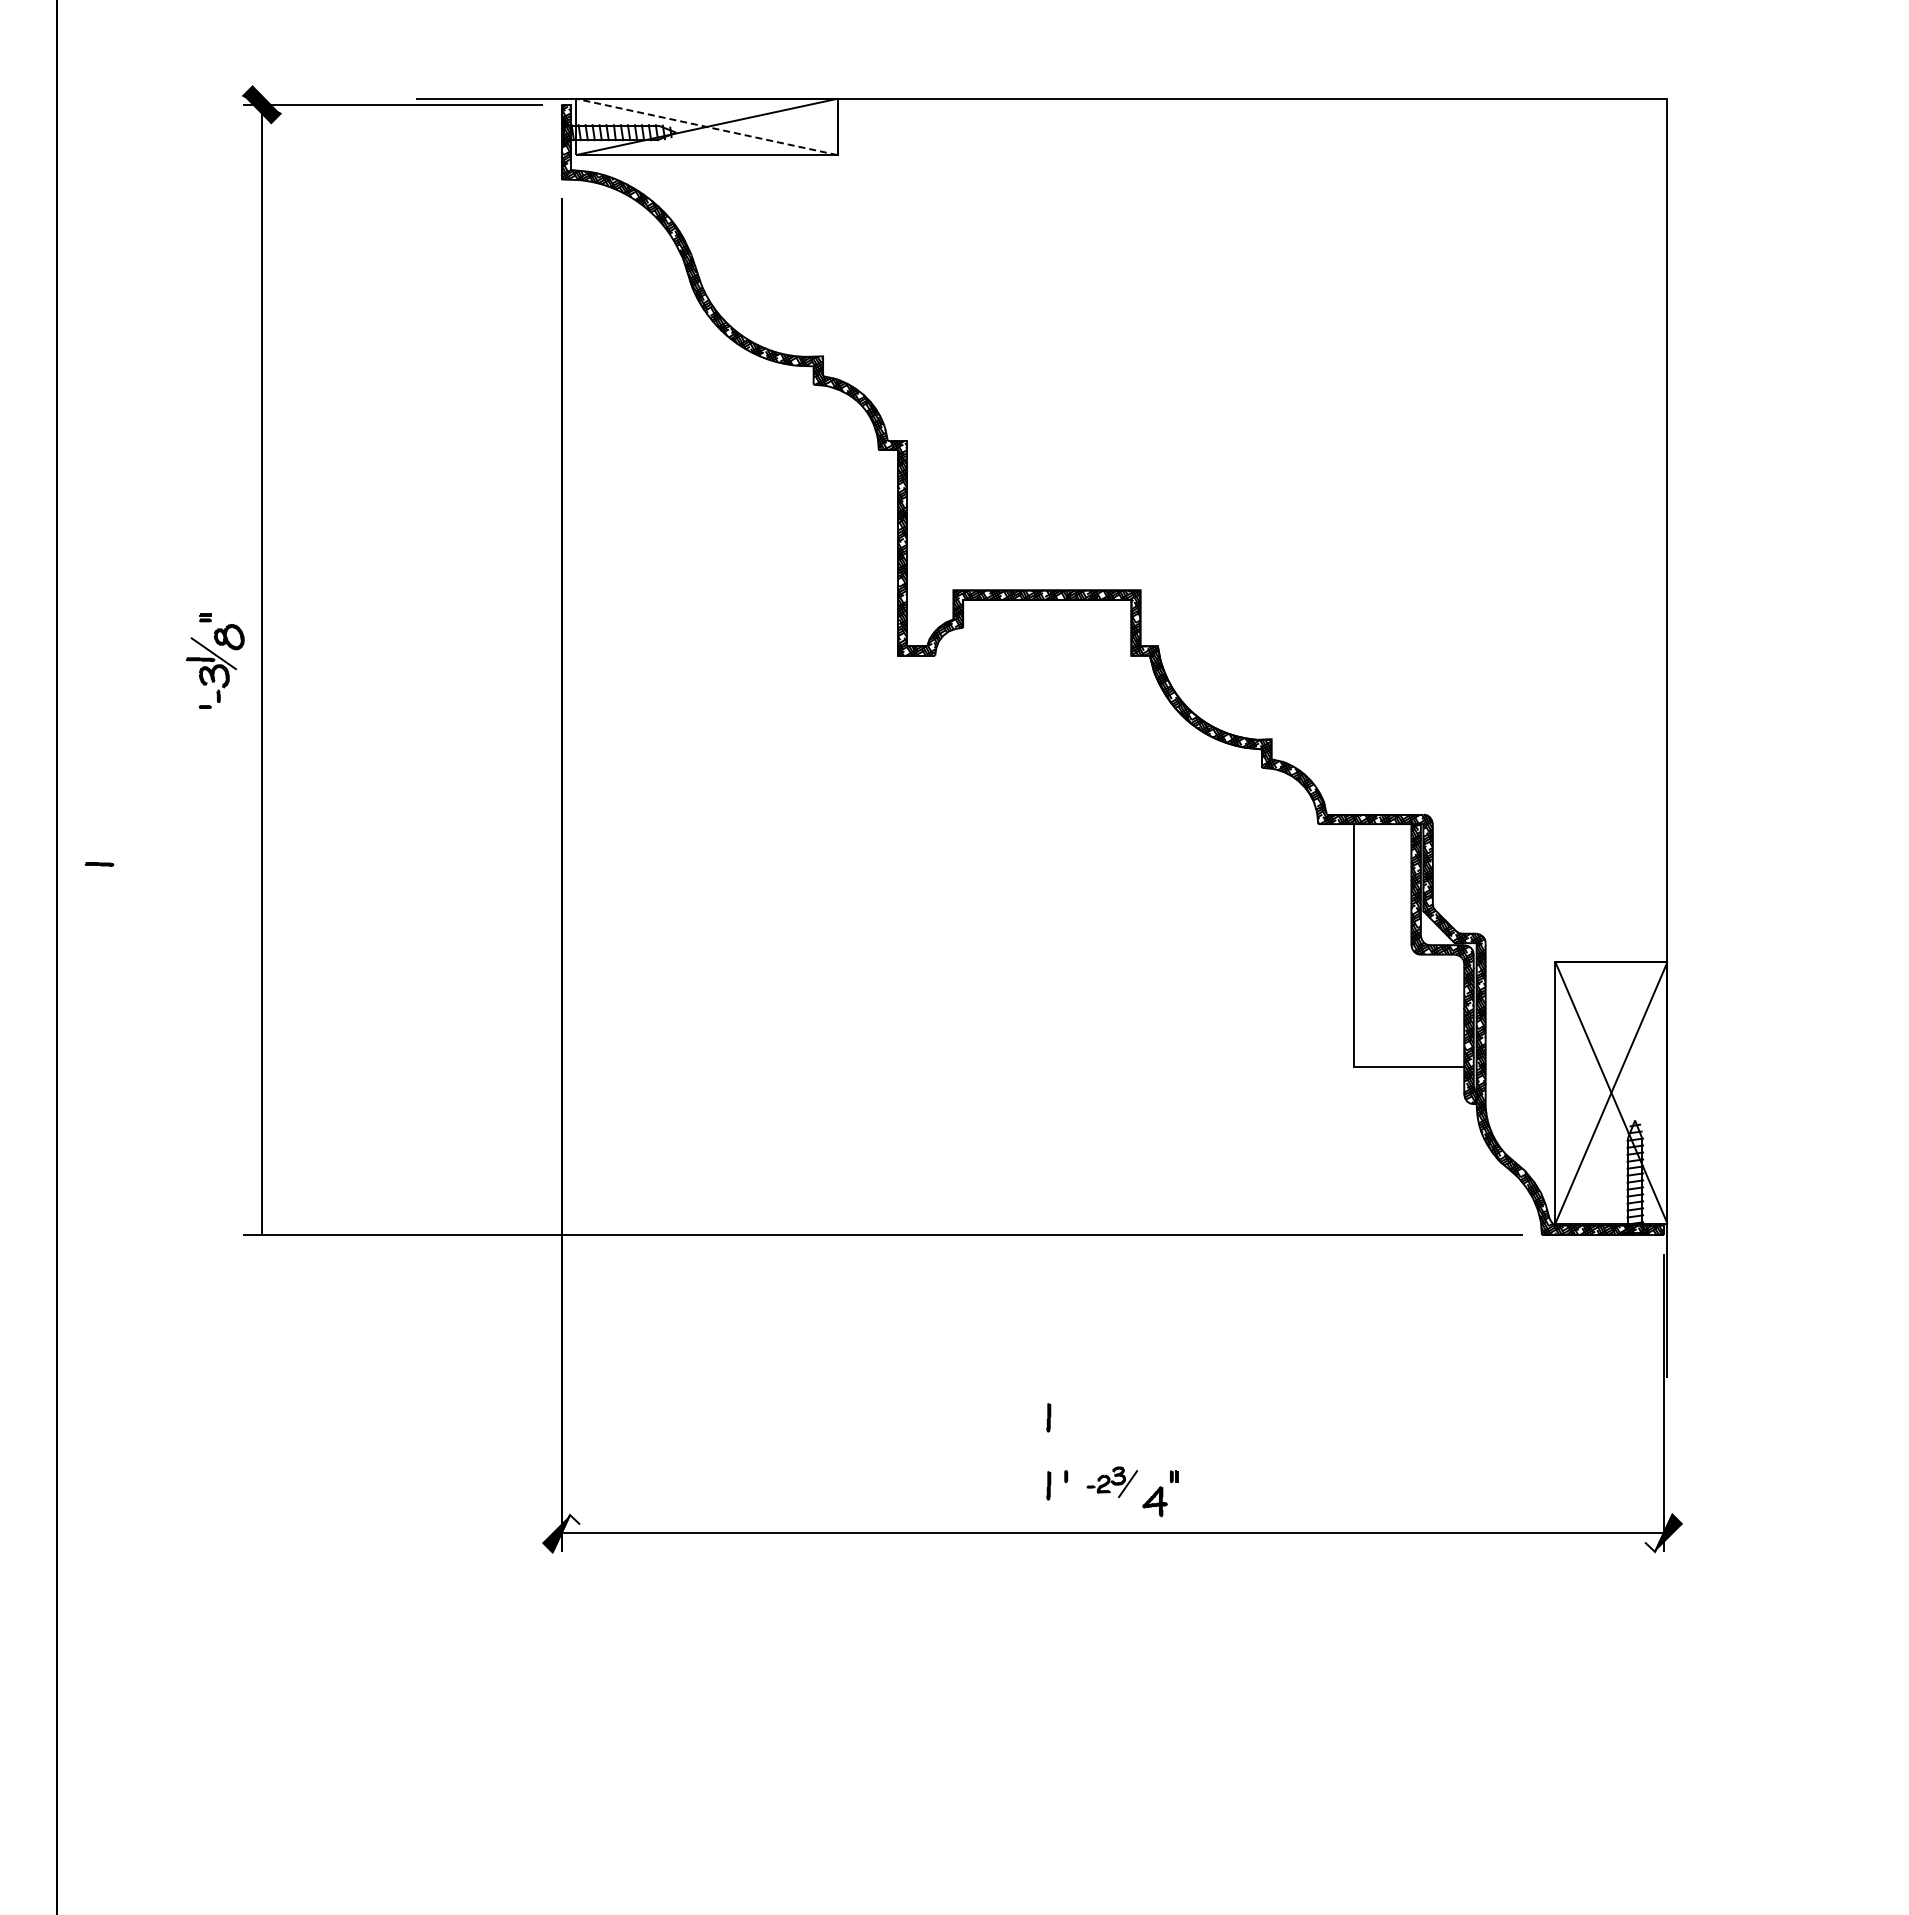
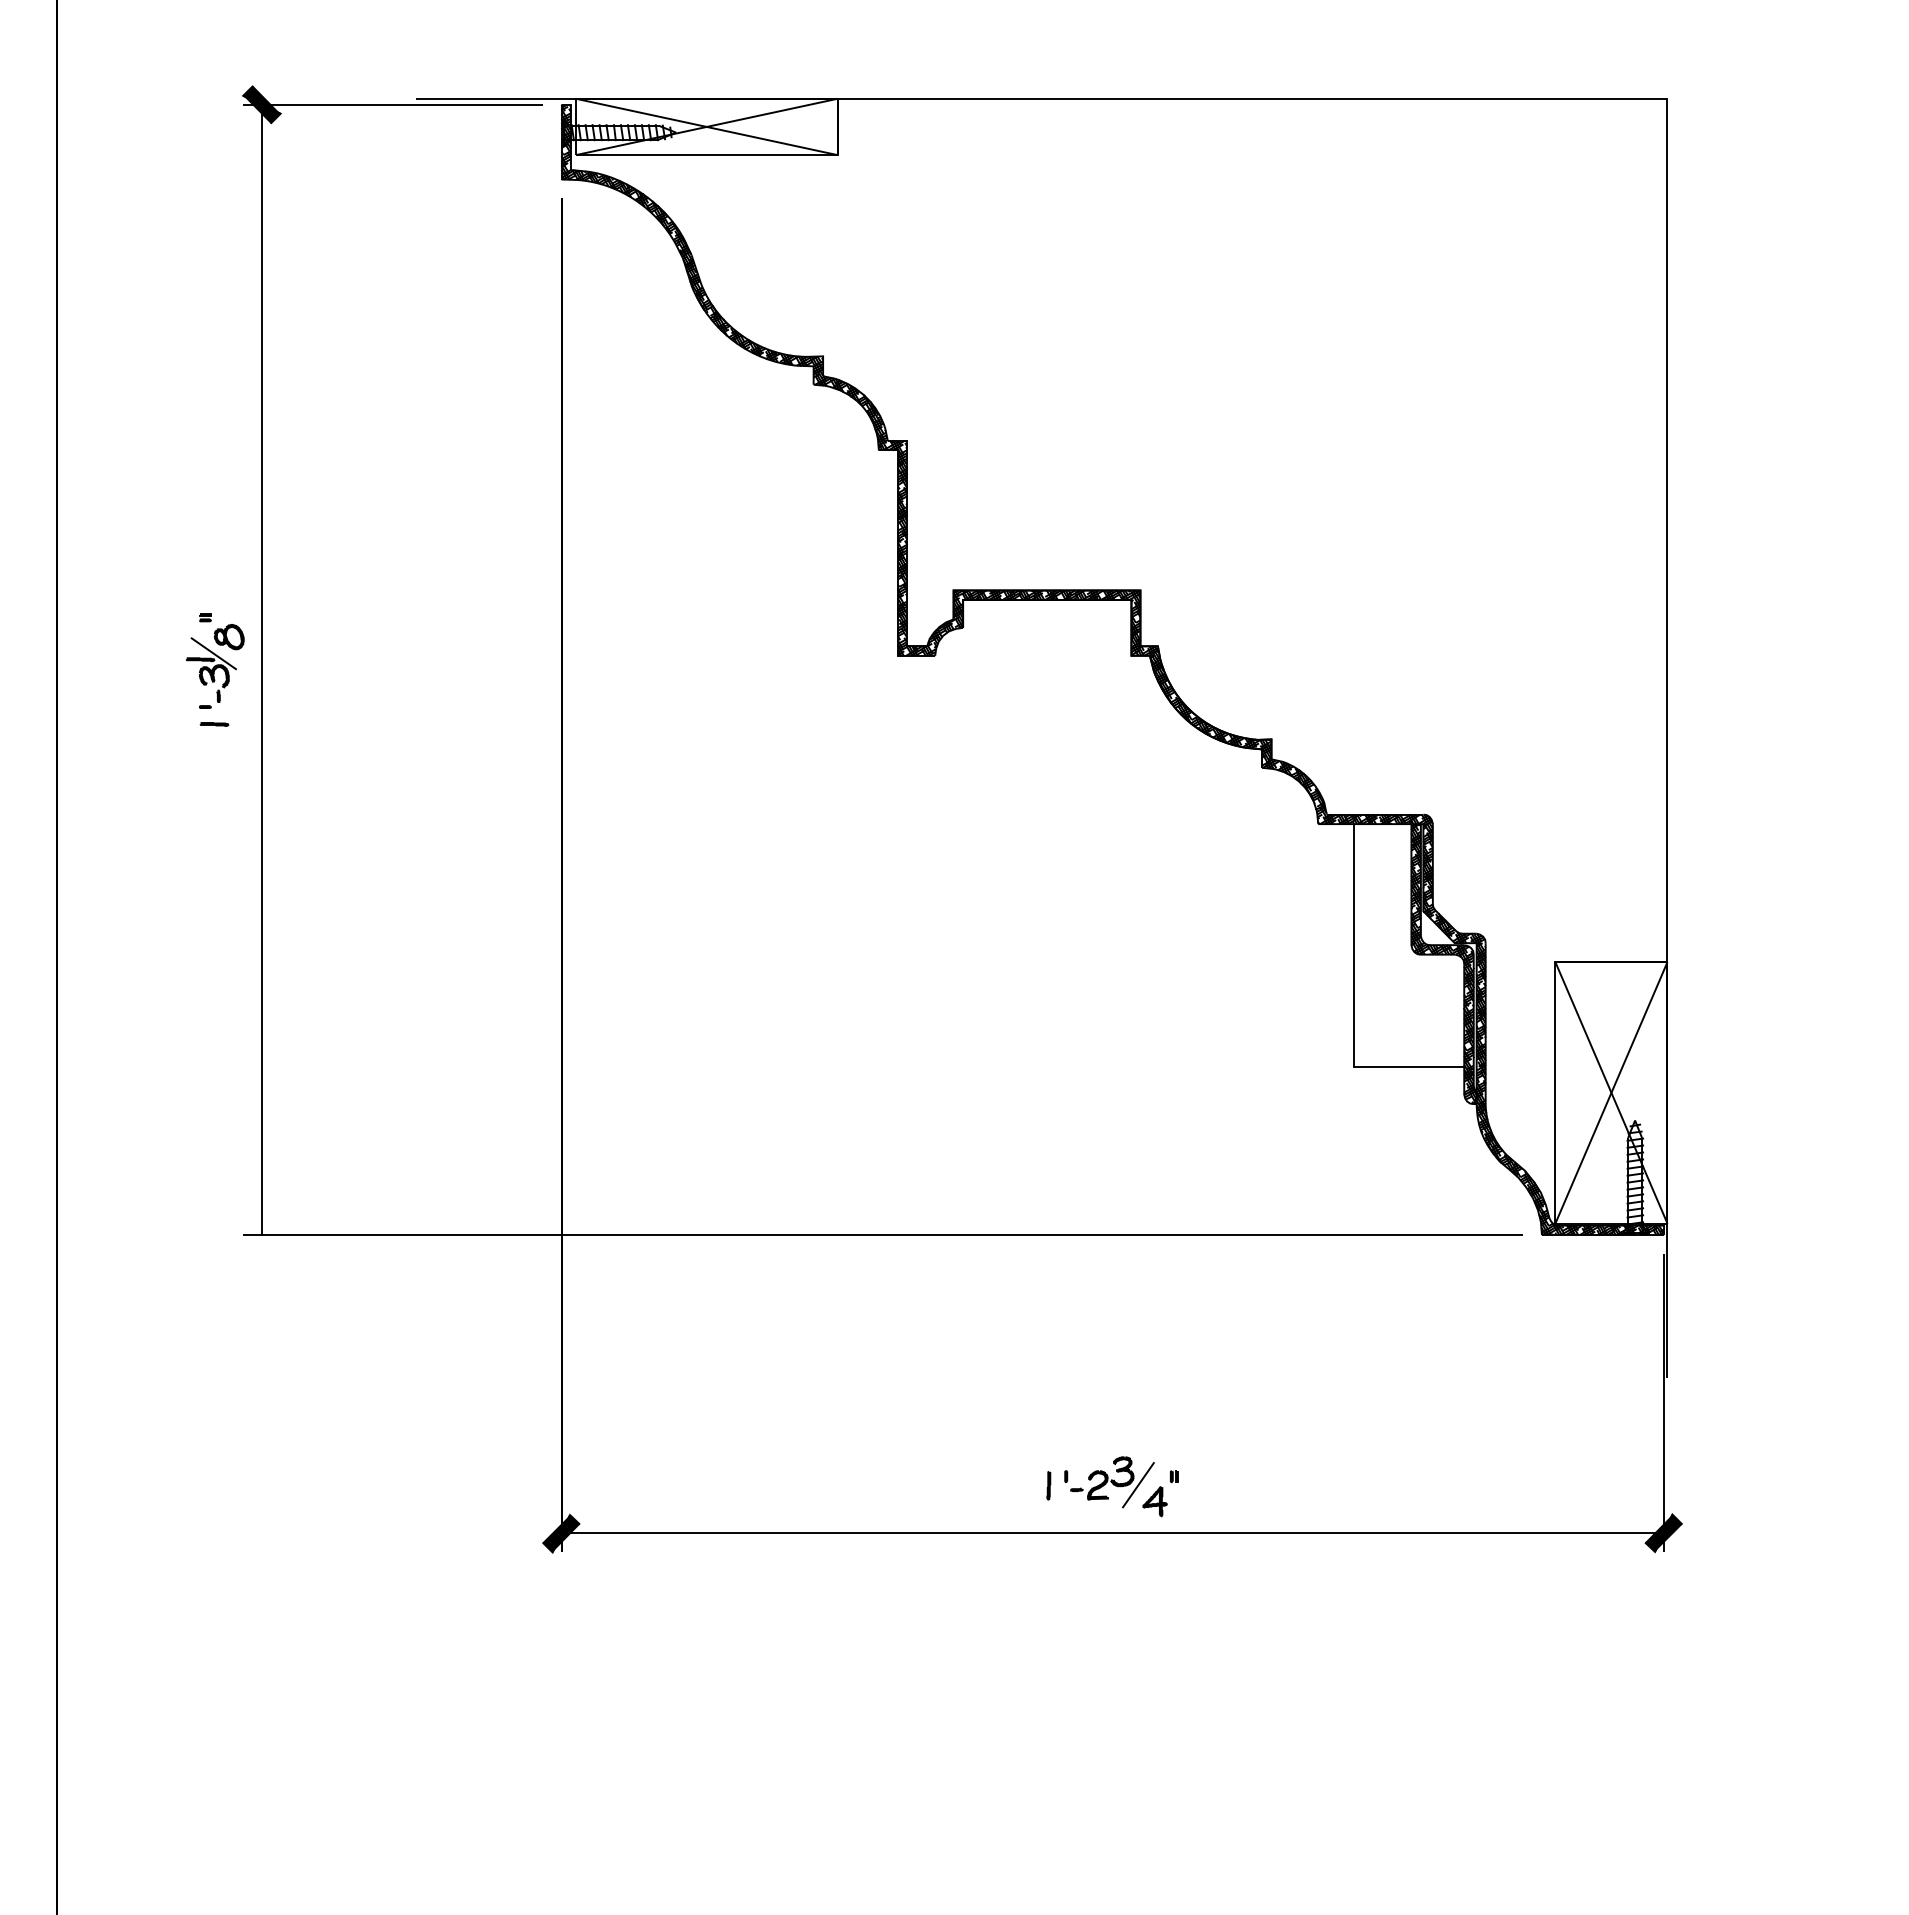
line at (706, 126): dashed -> solid
line at (99, 864) position: (99, 864) -> (214, 724)
part at (1048, 1417): present -> none
part at (1111, 1482) size: 52x33 px -> 85x53 px
fill at (1658, 1532): none -> present
fill at (566, 1533): none -> present
